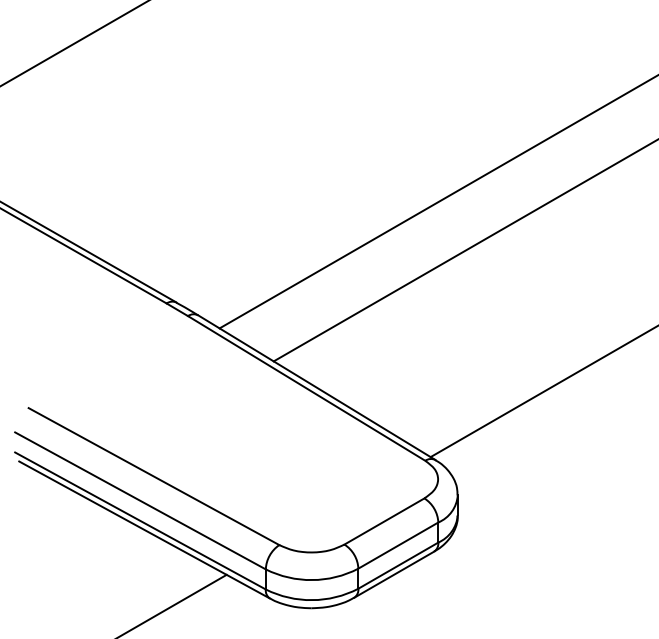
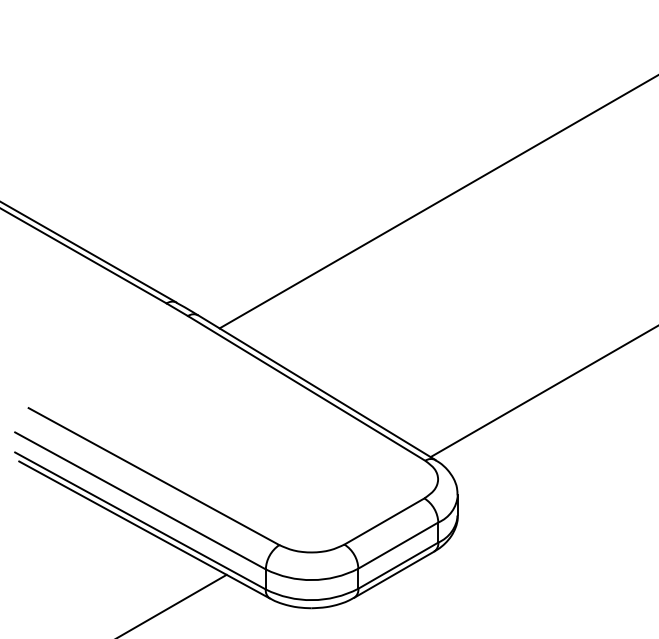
line at (74, 43): present -> none
line at (464, 250): present -> none
